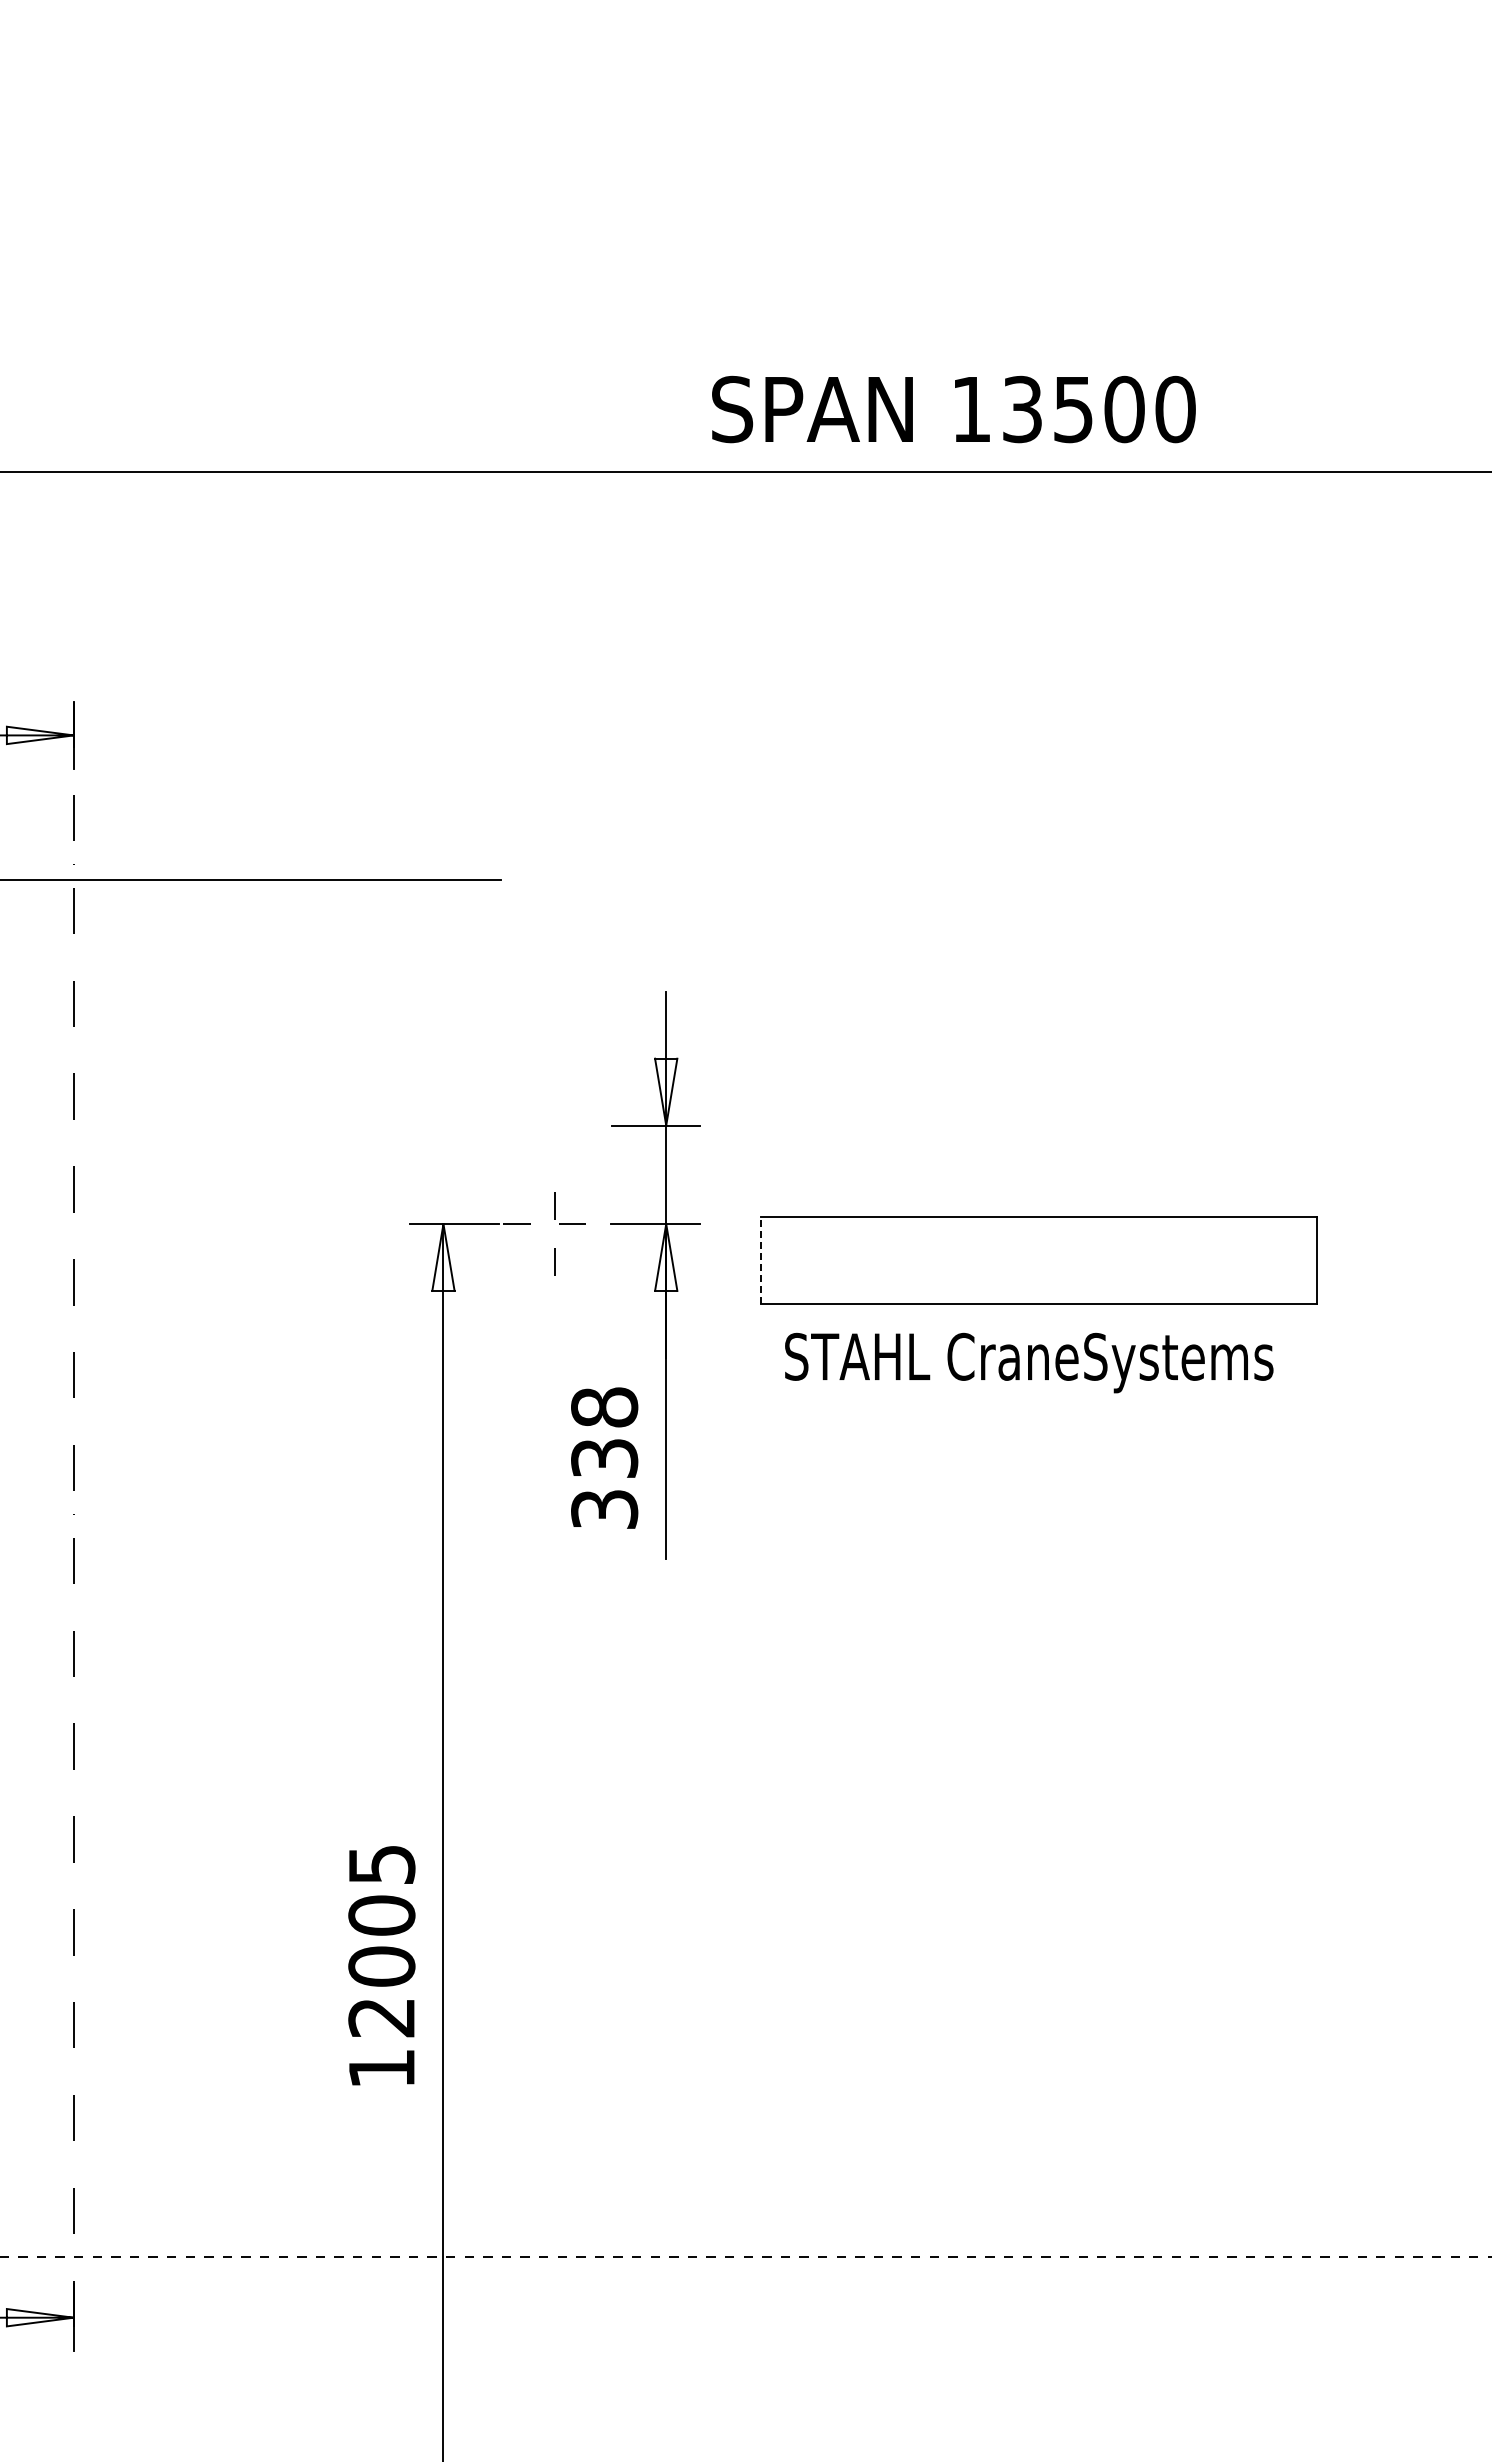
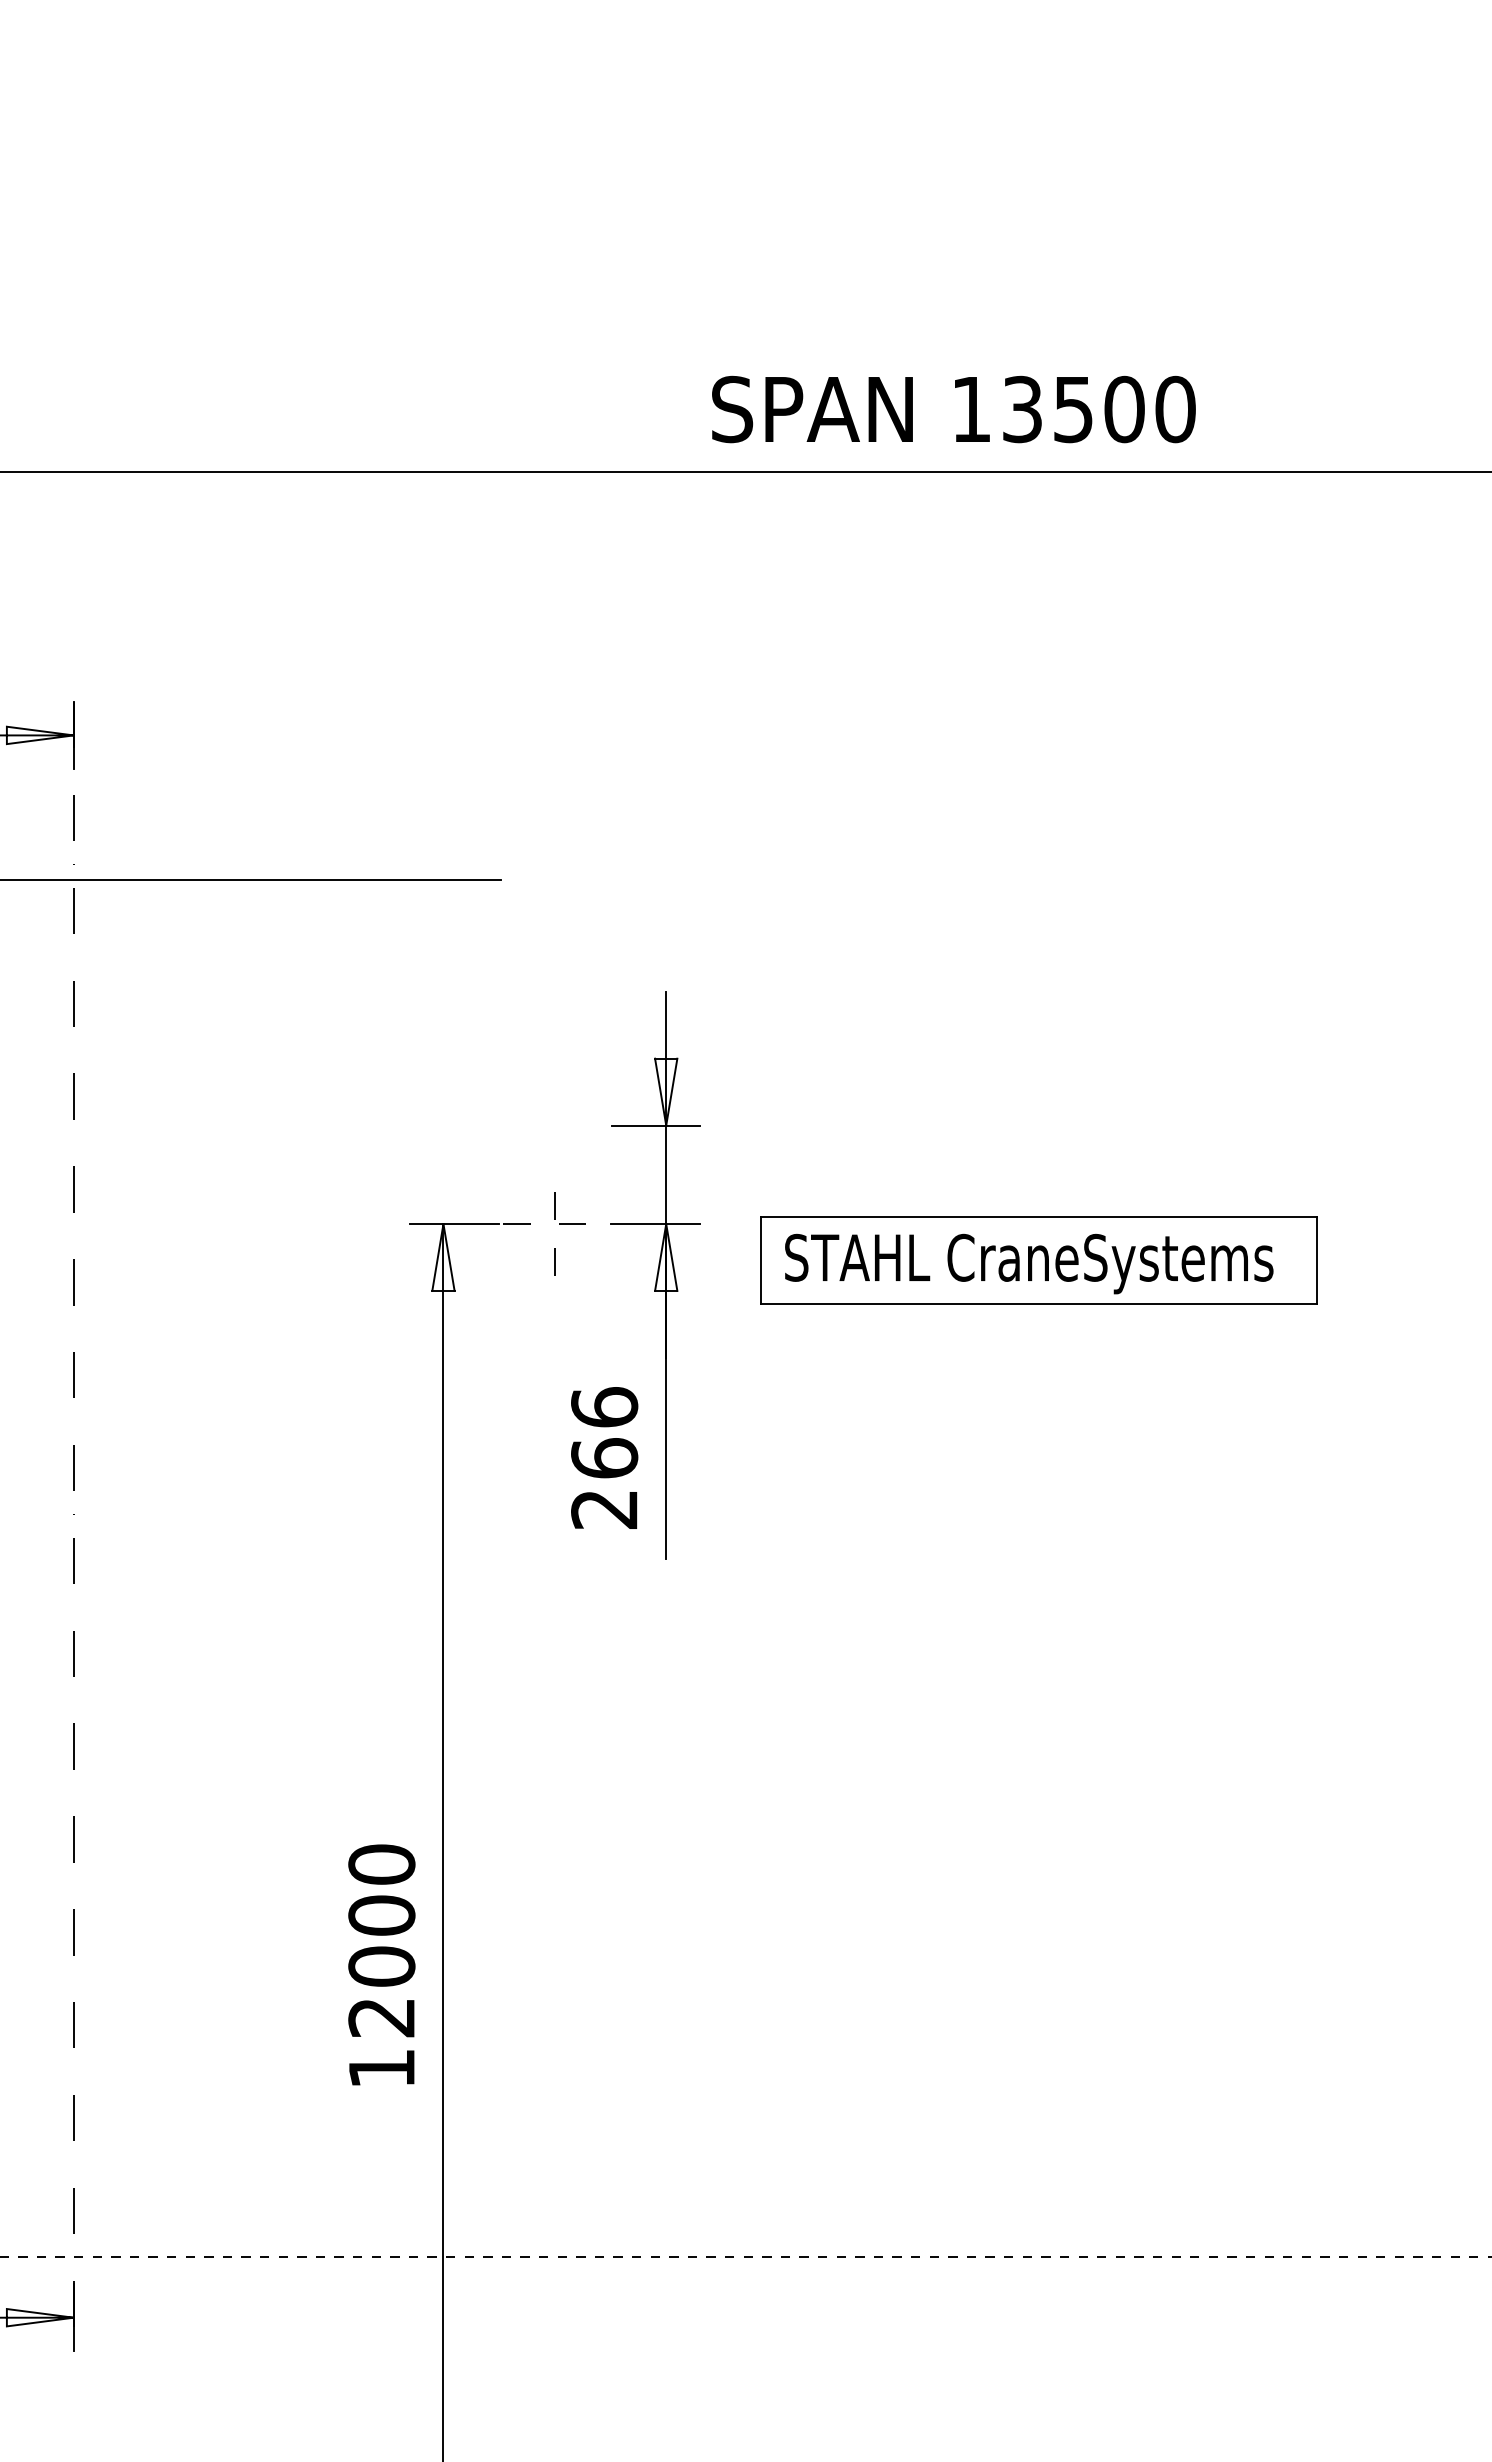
line at (761, 1260): dashed -> solid
text at (1029, 1362) position: (1029, 1362) -> (1029, 1263)
text at (604, 1457): 338 -> 266
text at (381, 1864): 12005 -> 12000
